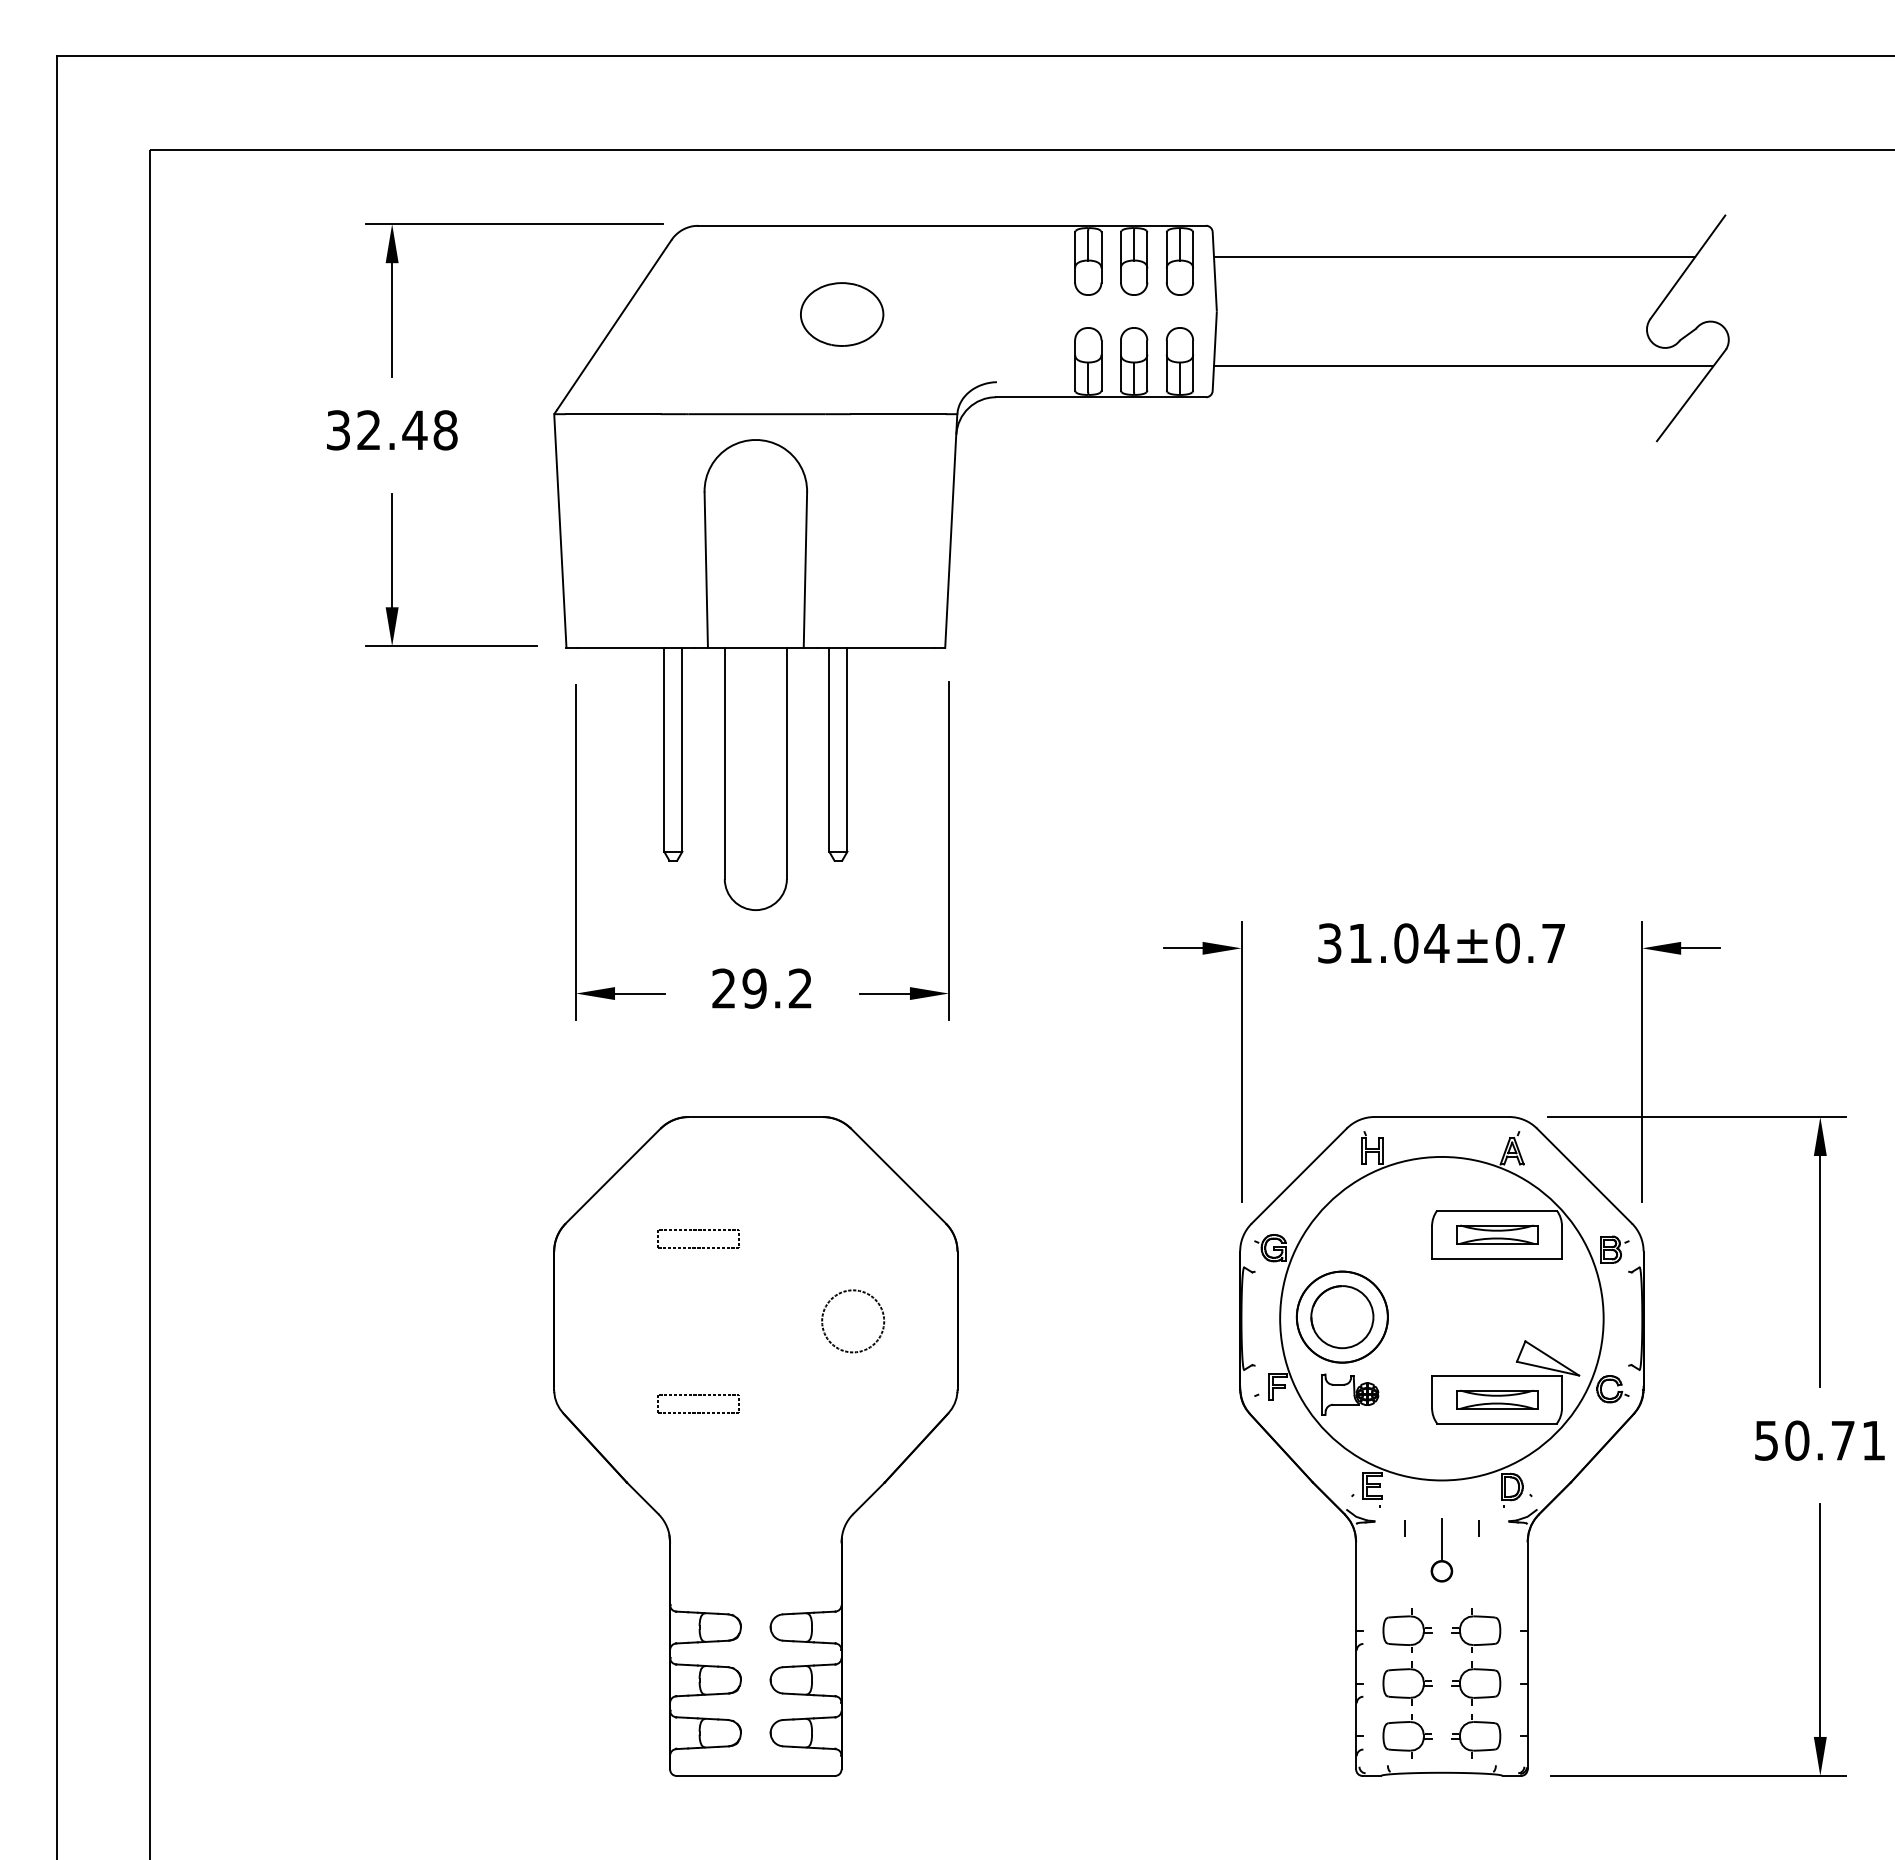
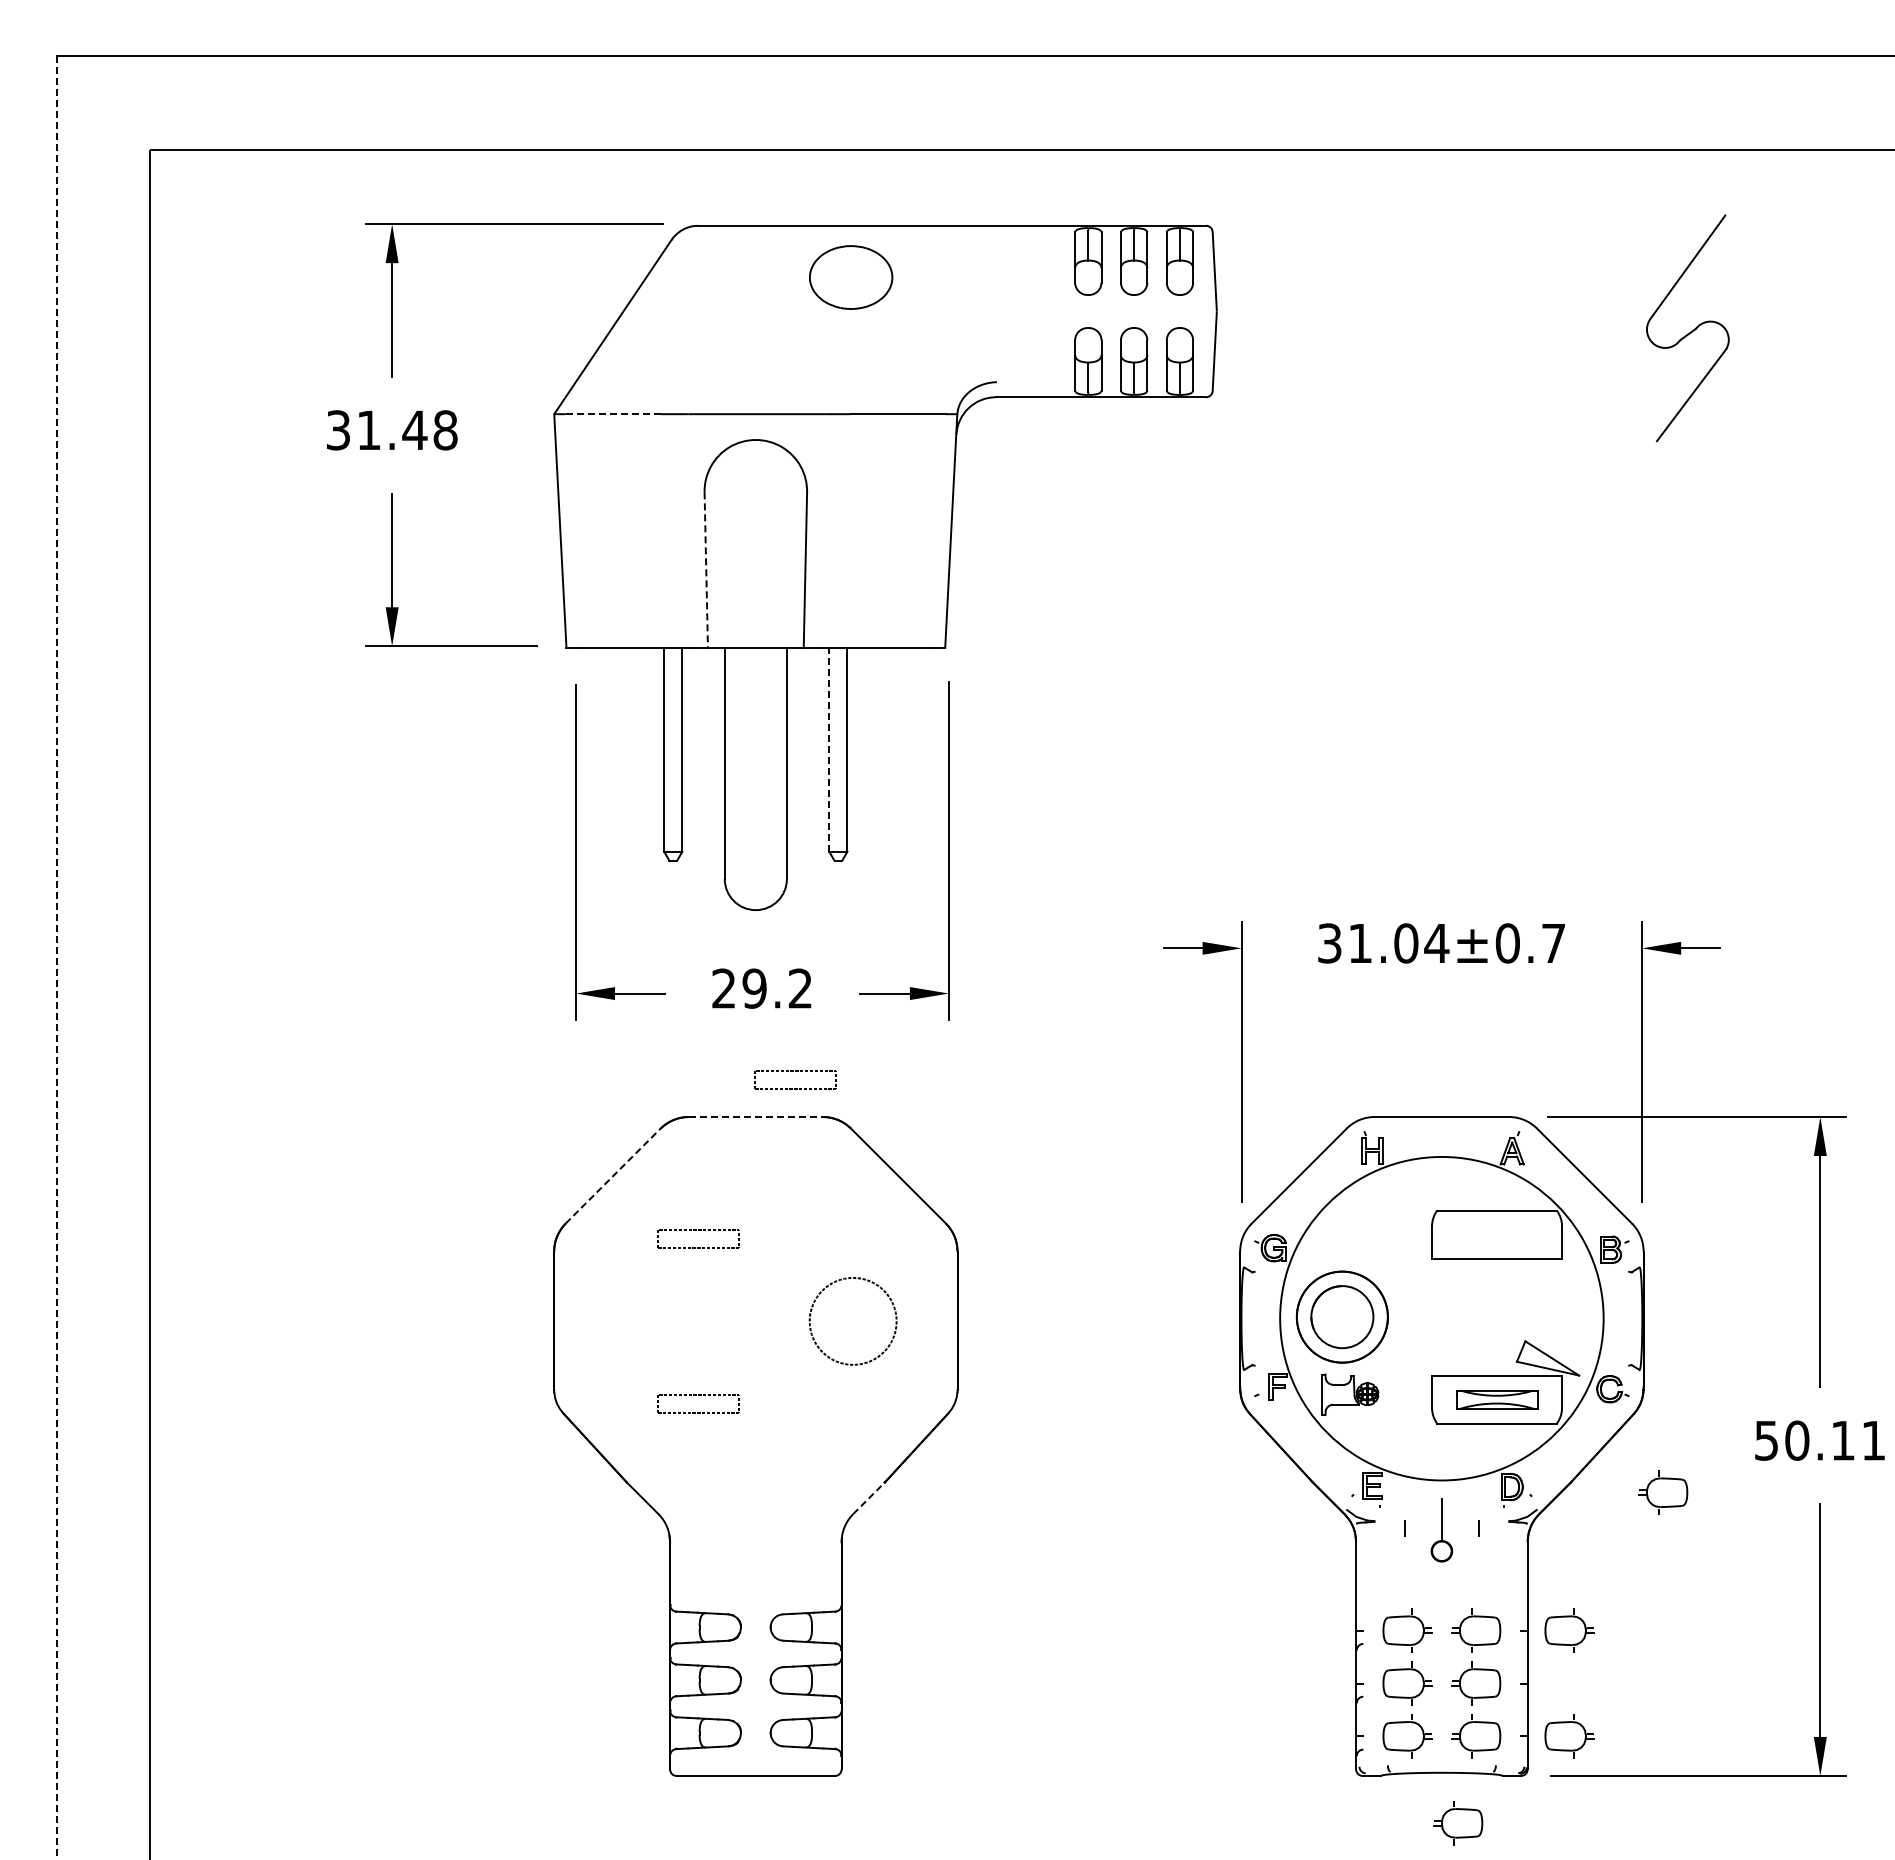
line at (1454, 256): present -> none
part at (842, 314) position: (842, 314) -> (851, 277)
line at (1463, 366): present -> none
line at (613, 414): solid -> dashed
text at (368, 429): 32.48 -> 31.48
line at (706, 570): solid -> dashed
line at (829, 749): solid -> dashed
line at (56, 957): solid -> dashed
part at (795, 1071): none -> present
line at (756, 1116): solid -> dashed
line at (613, 1175): solid -> dashed
part at (1497, 1234): present -> none
circle at (853, 1321) diameter: 62 px -> 87 px
text at (1843, 1440): 50.71 -> 50.11
part at (1663, 1492): none -> present
line at (869, 1497): solid -> dashed
part at (1441, 1550) position: (1441, 1550) -> (1441, 1530)
part at (1569, 1630): none -> present
part at (1569, 1736): none -> present
part at (1458, 1823): none -> present
